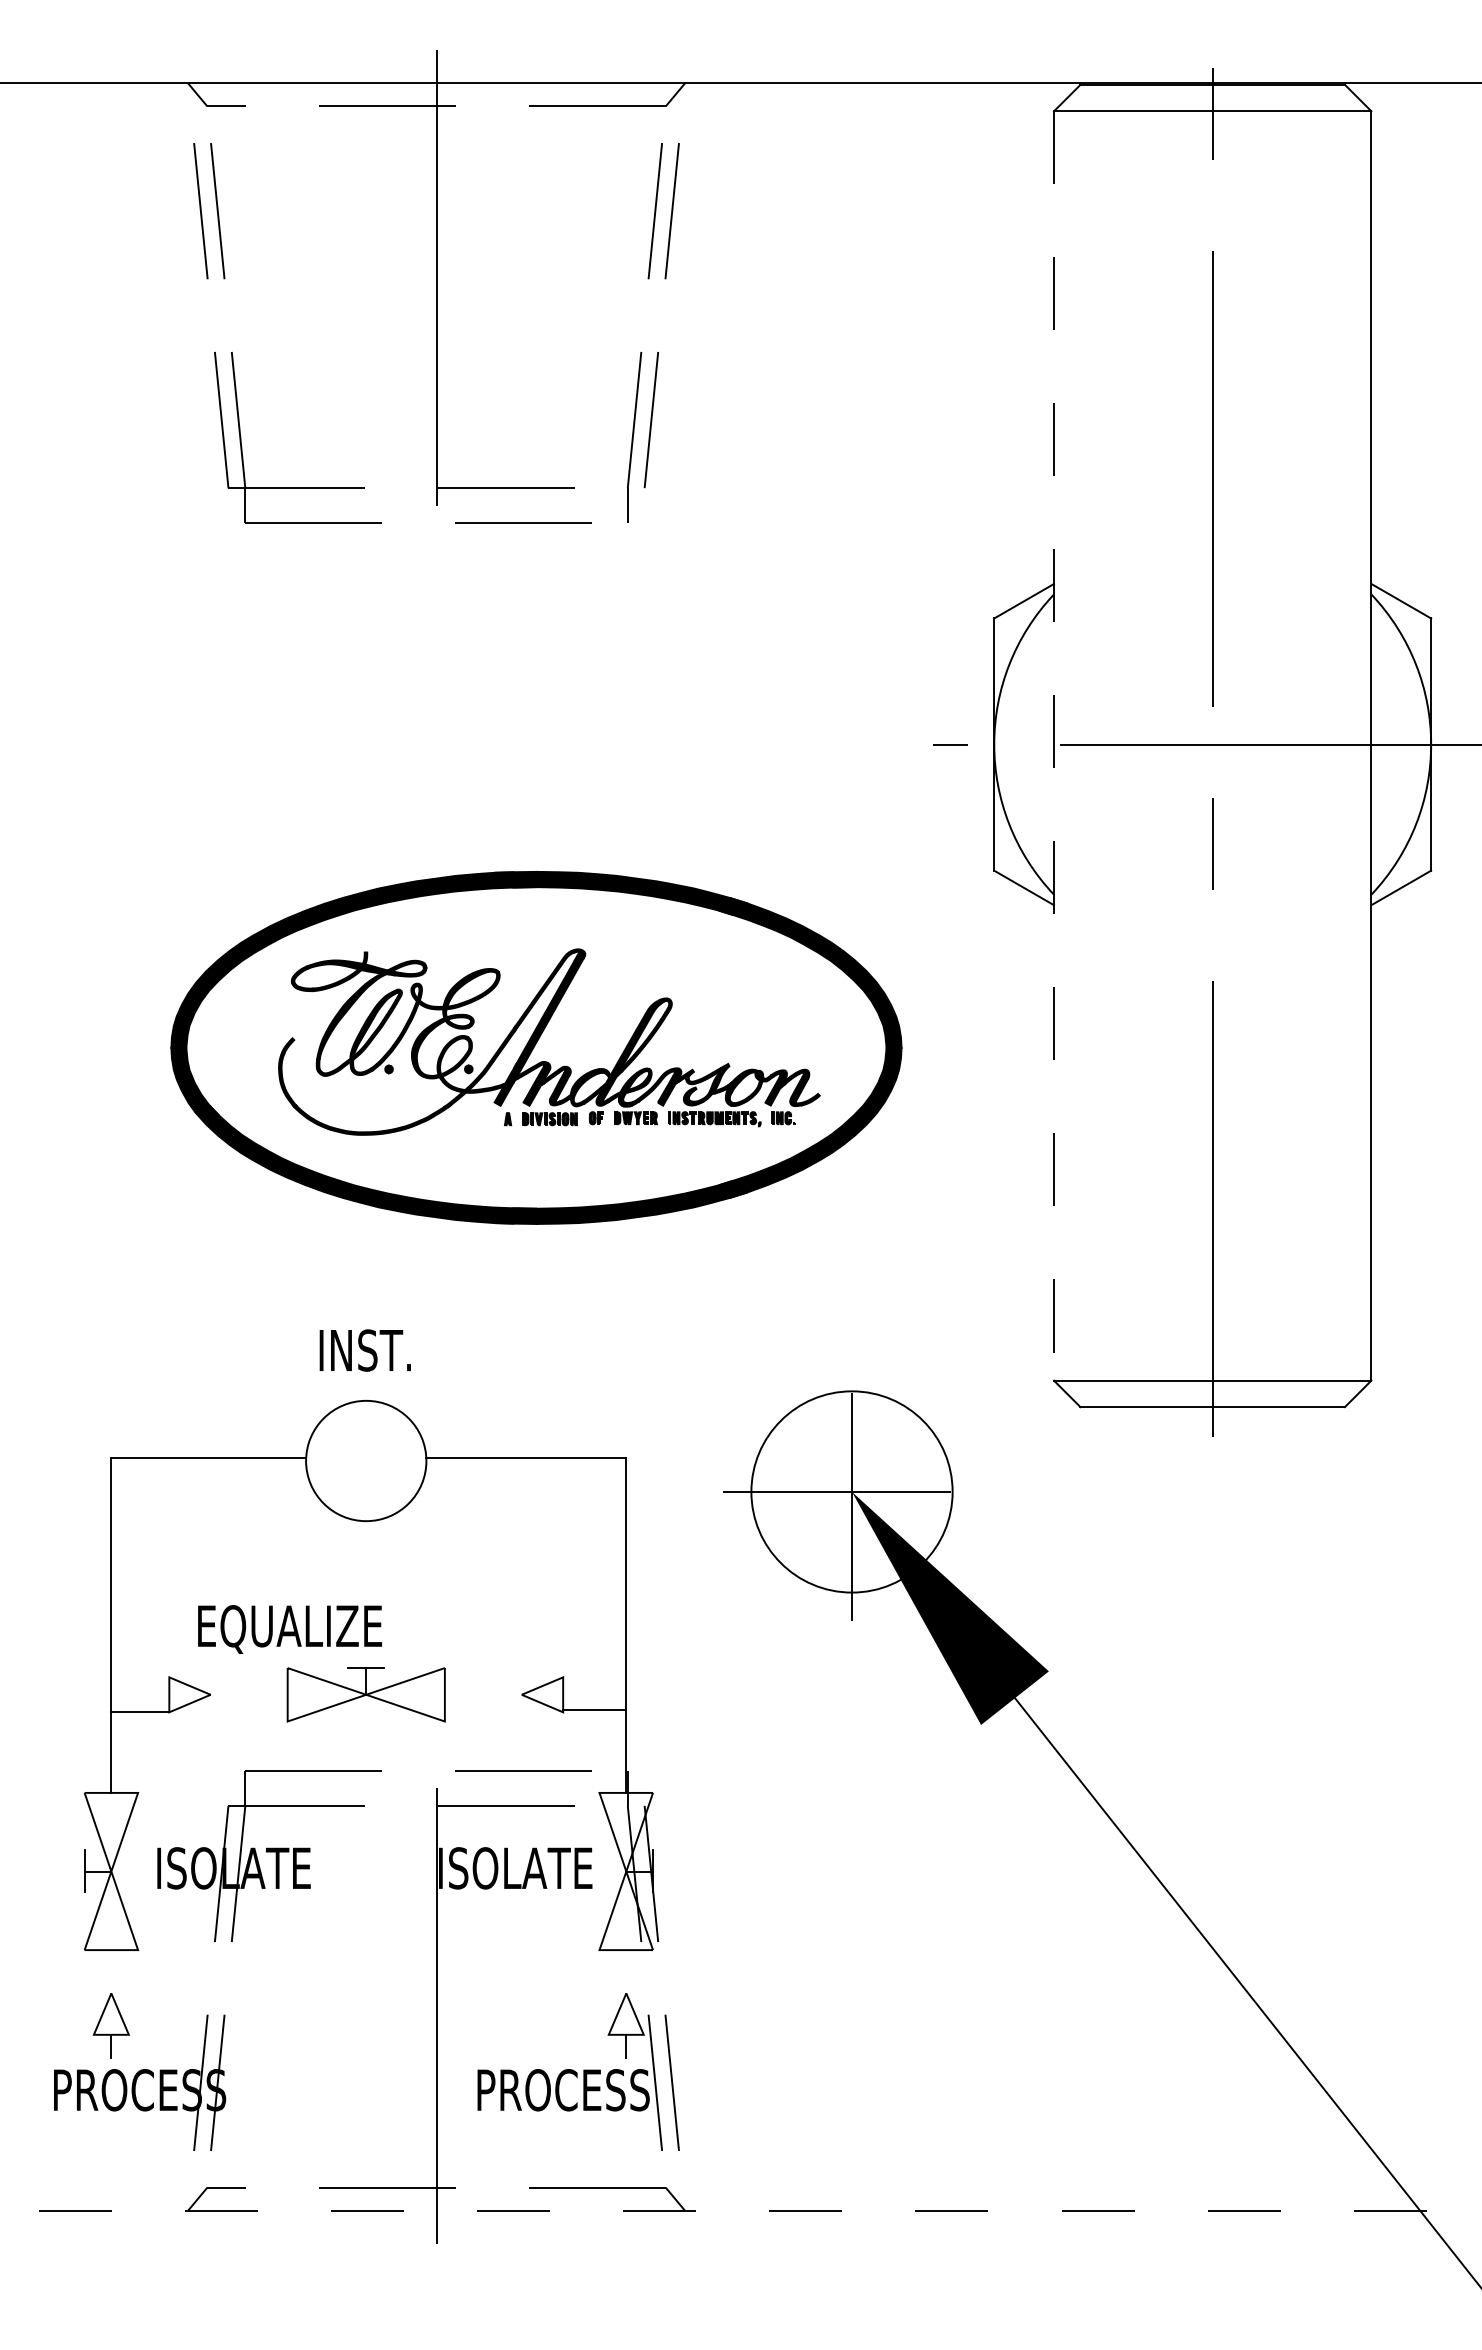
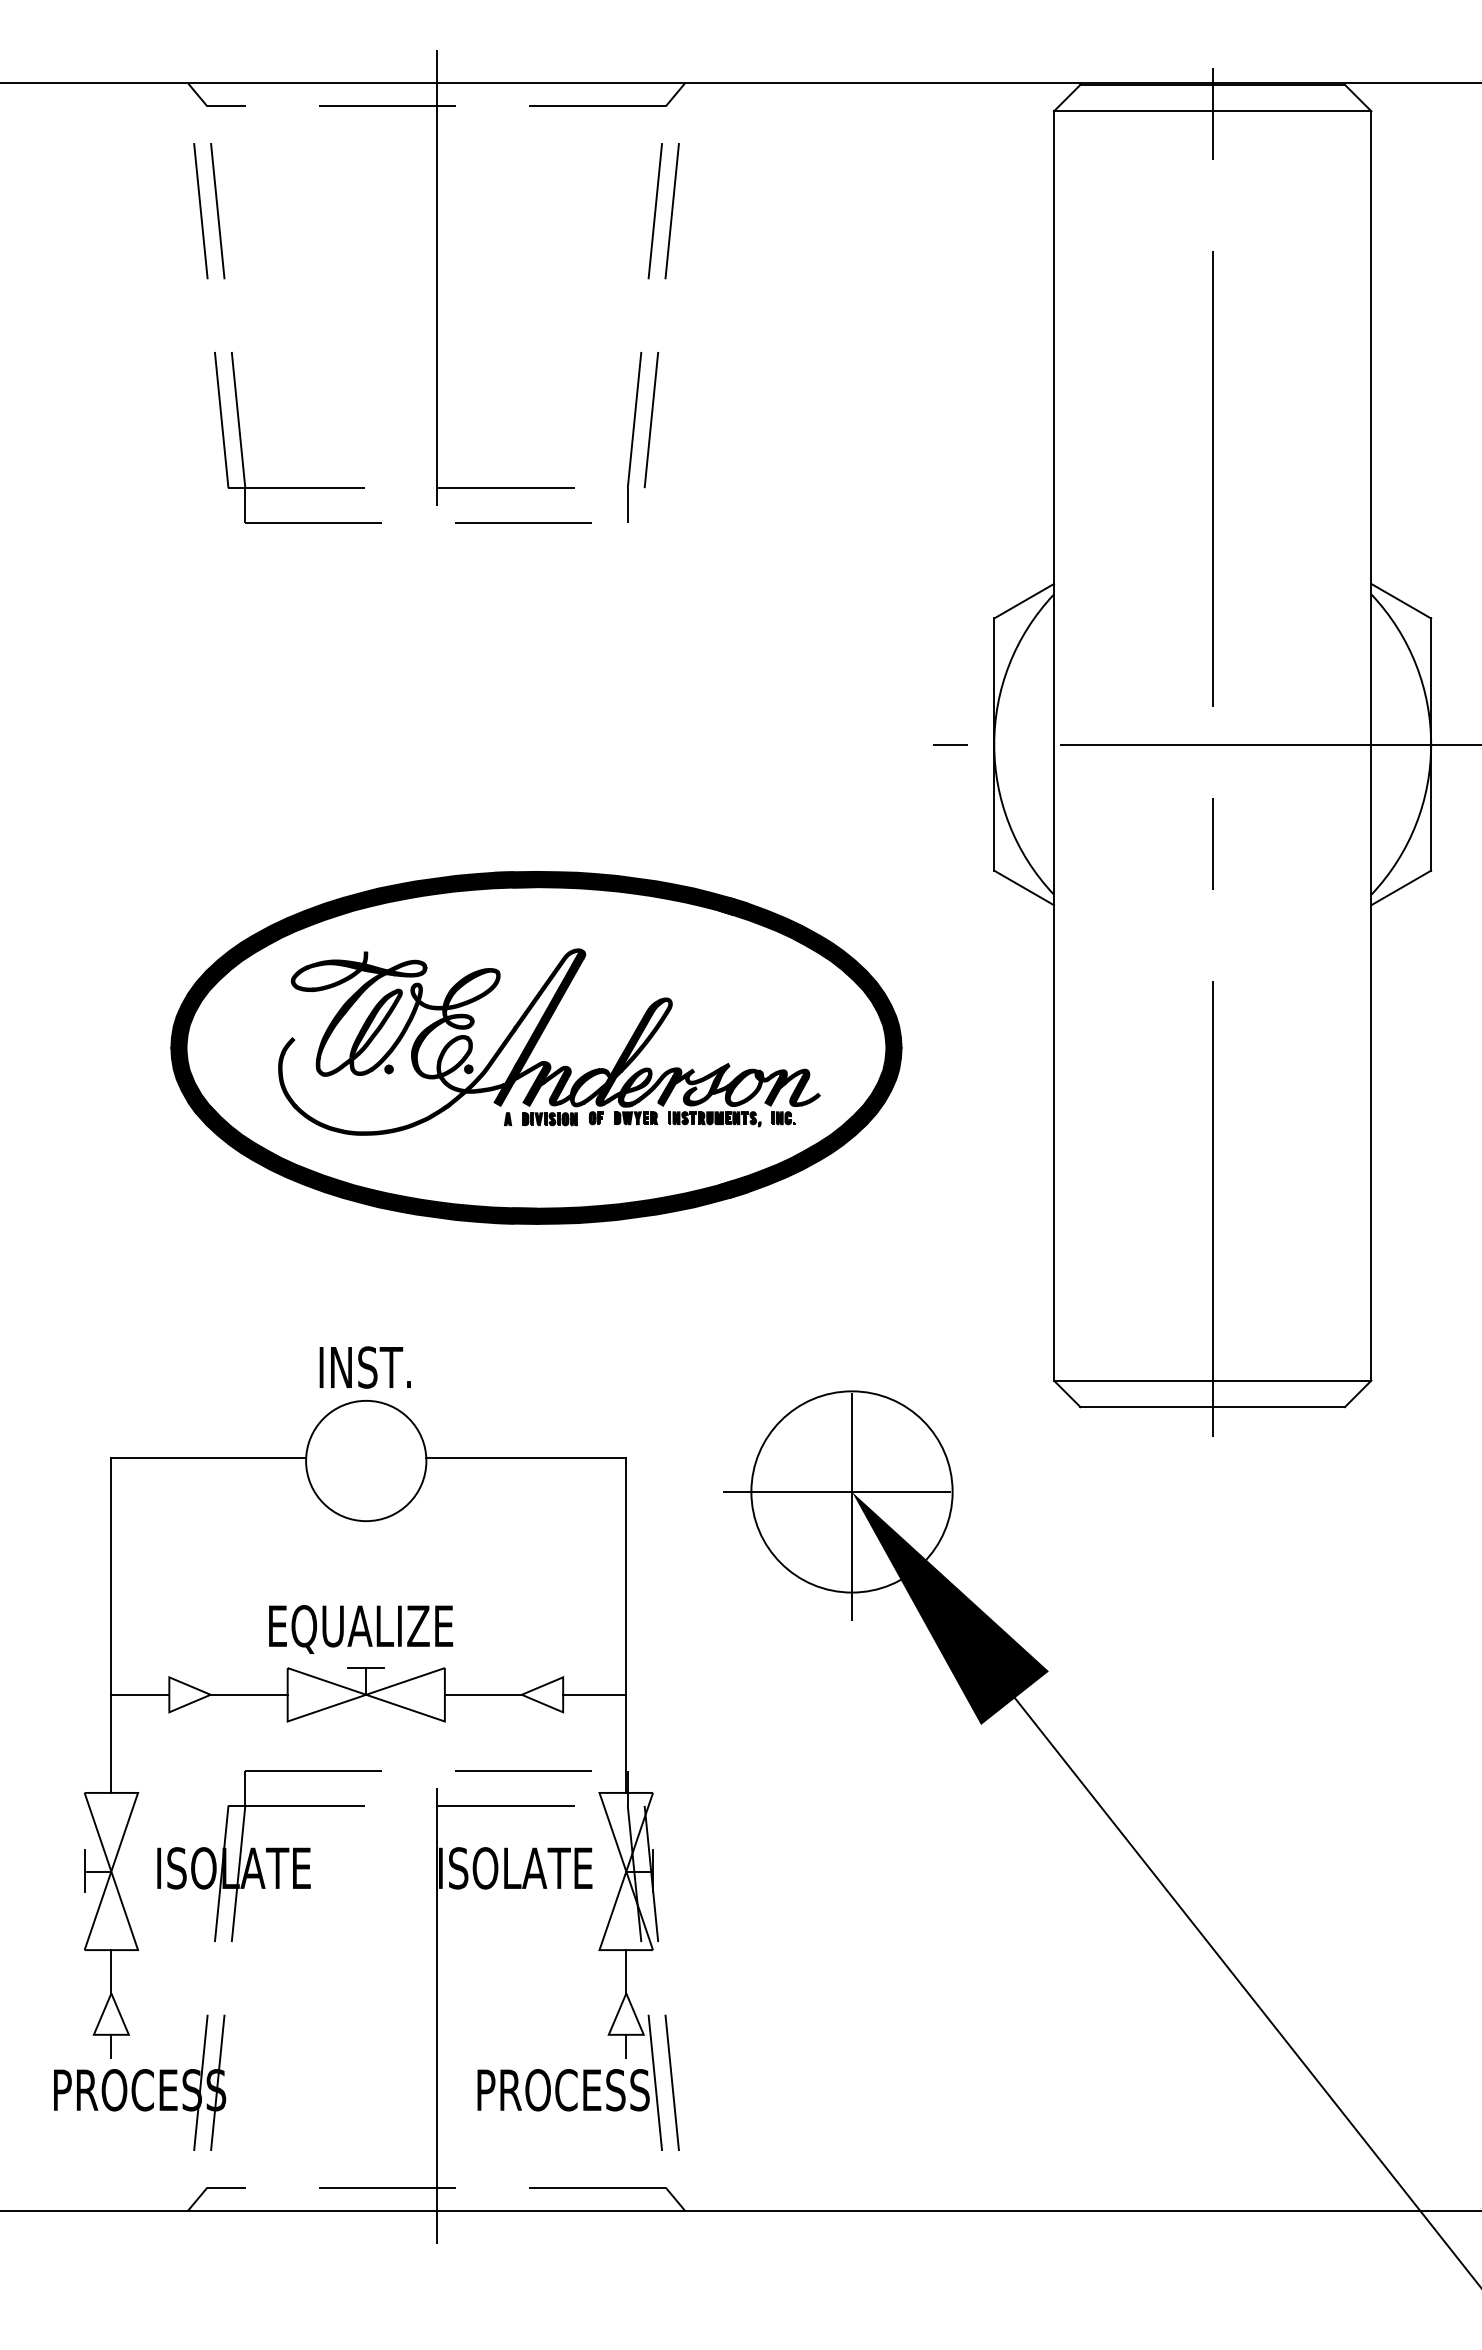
line at (1054, 745): dashed -> solid
text at (364, 1350) position: (364, 1350) -> (364, 1367)
text at (289, 1629) position: (289, 1629) -> (360, 1629)
line at (248, 1694): none -> present
line at (482, 1694): none -> present
line at (594, 1709) position: (594, 1709) -> (594, 1694)
line at (140, 1711) position: (140, 1711) -> (140, 1694)
line at (111, 1971): none -> present
line at (626, 1971): none -> present
line at (740, 2210): dashed -> solid
